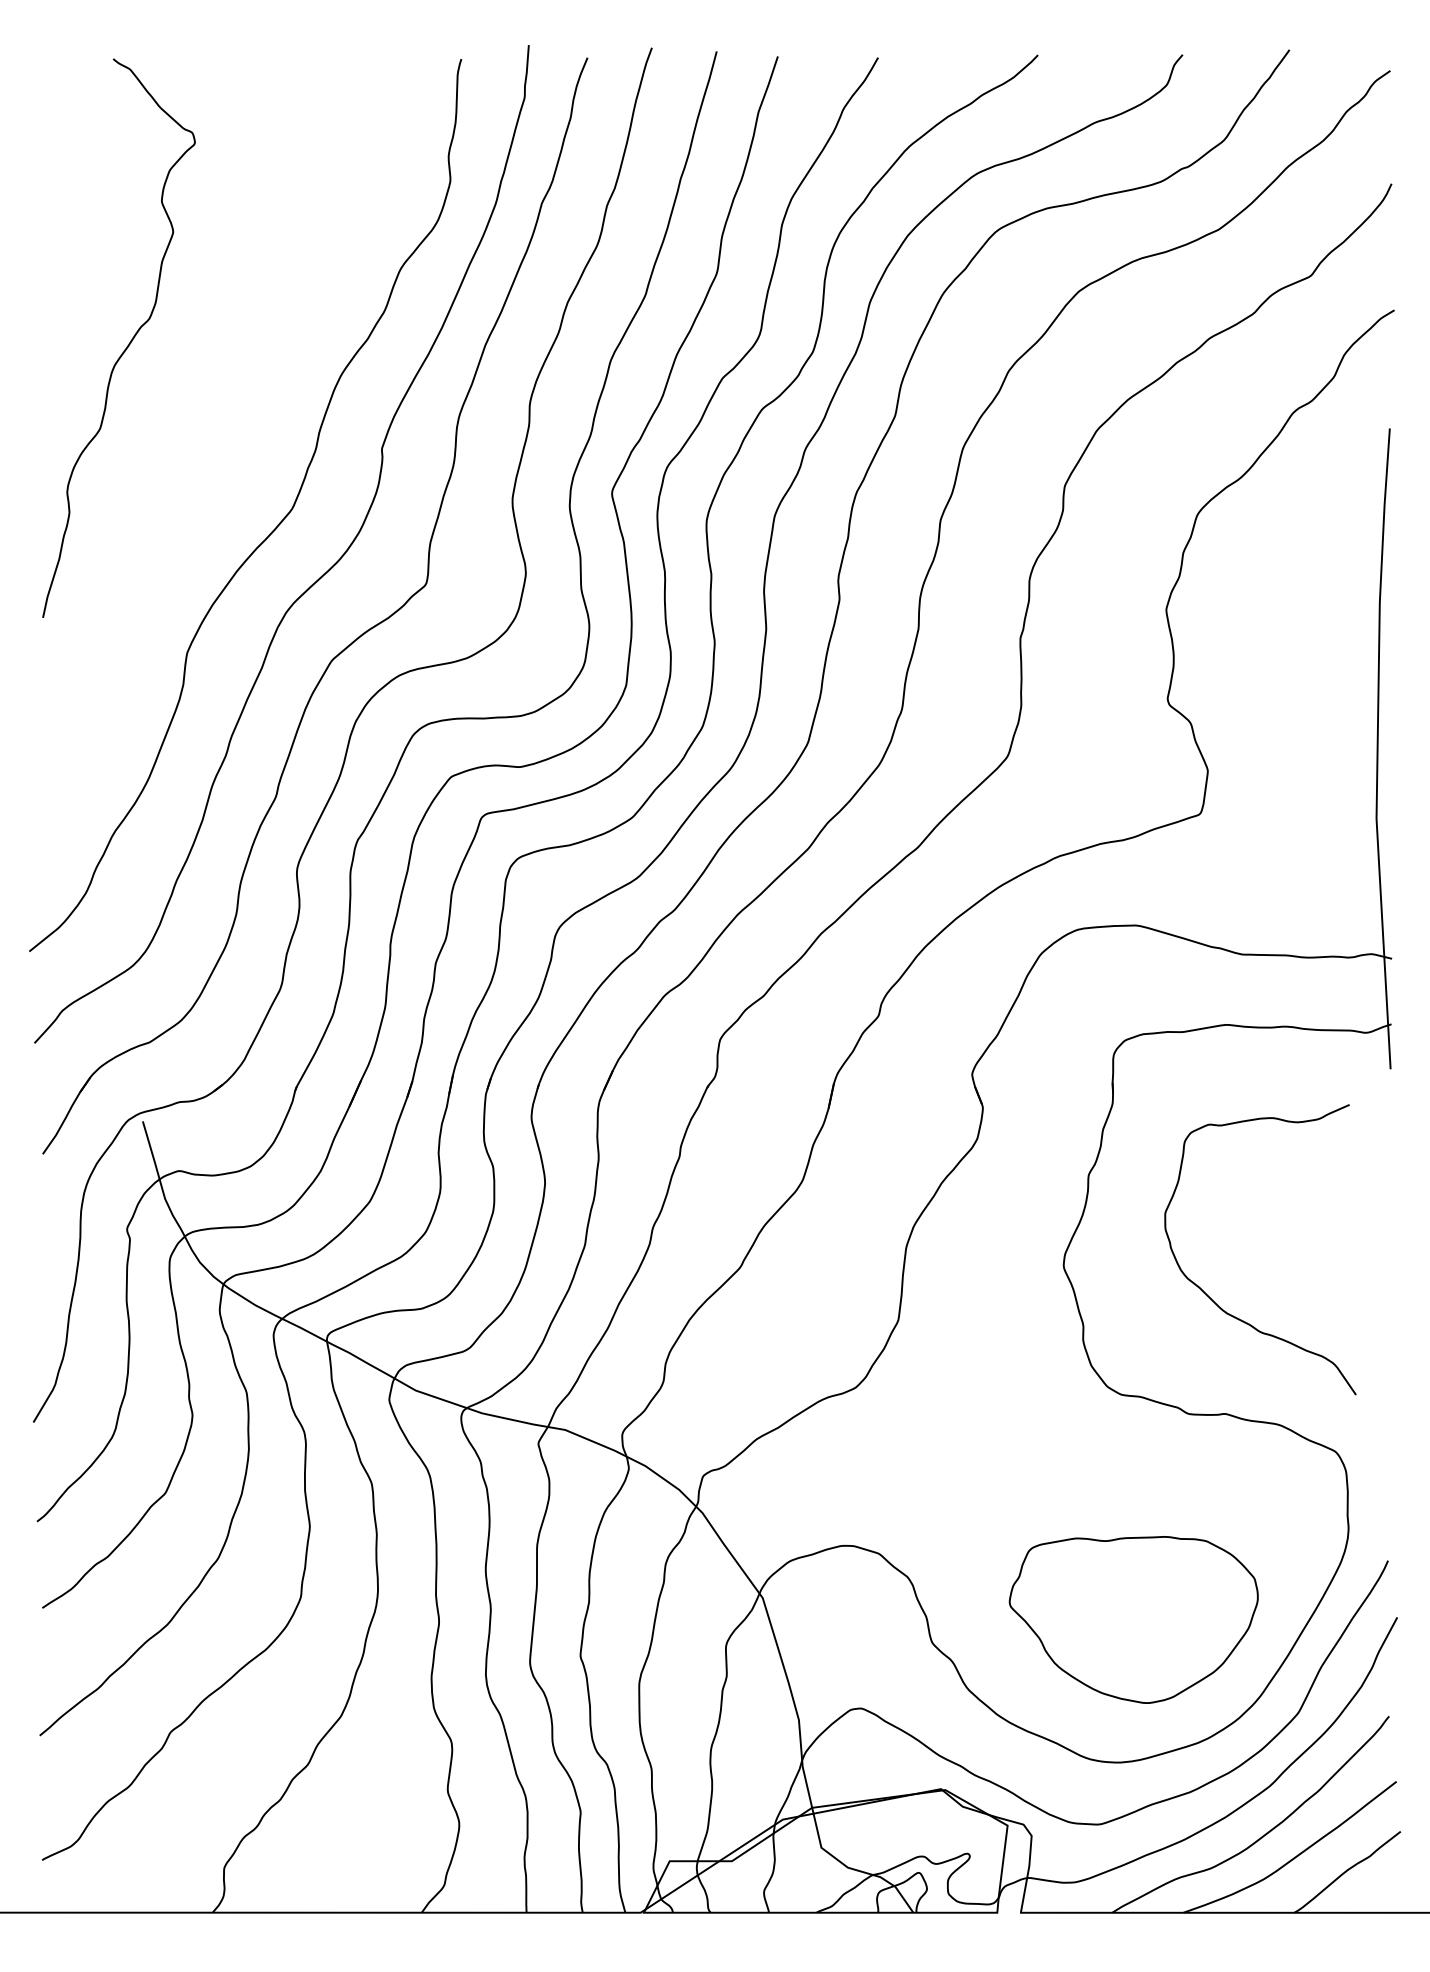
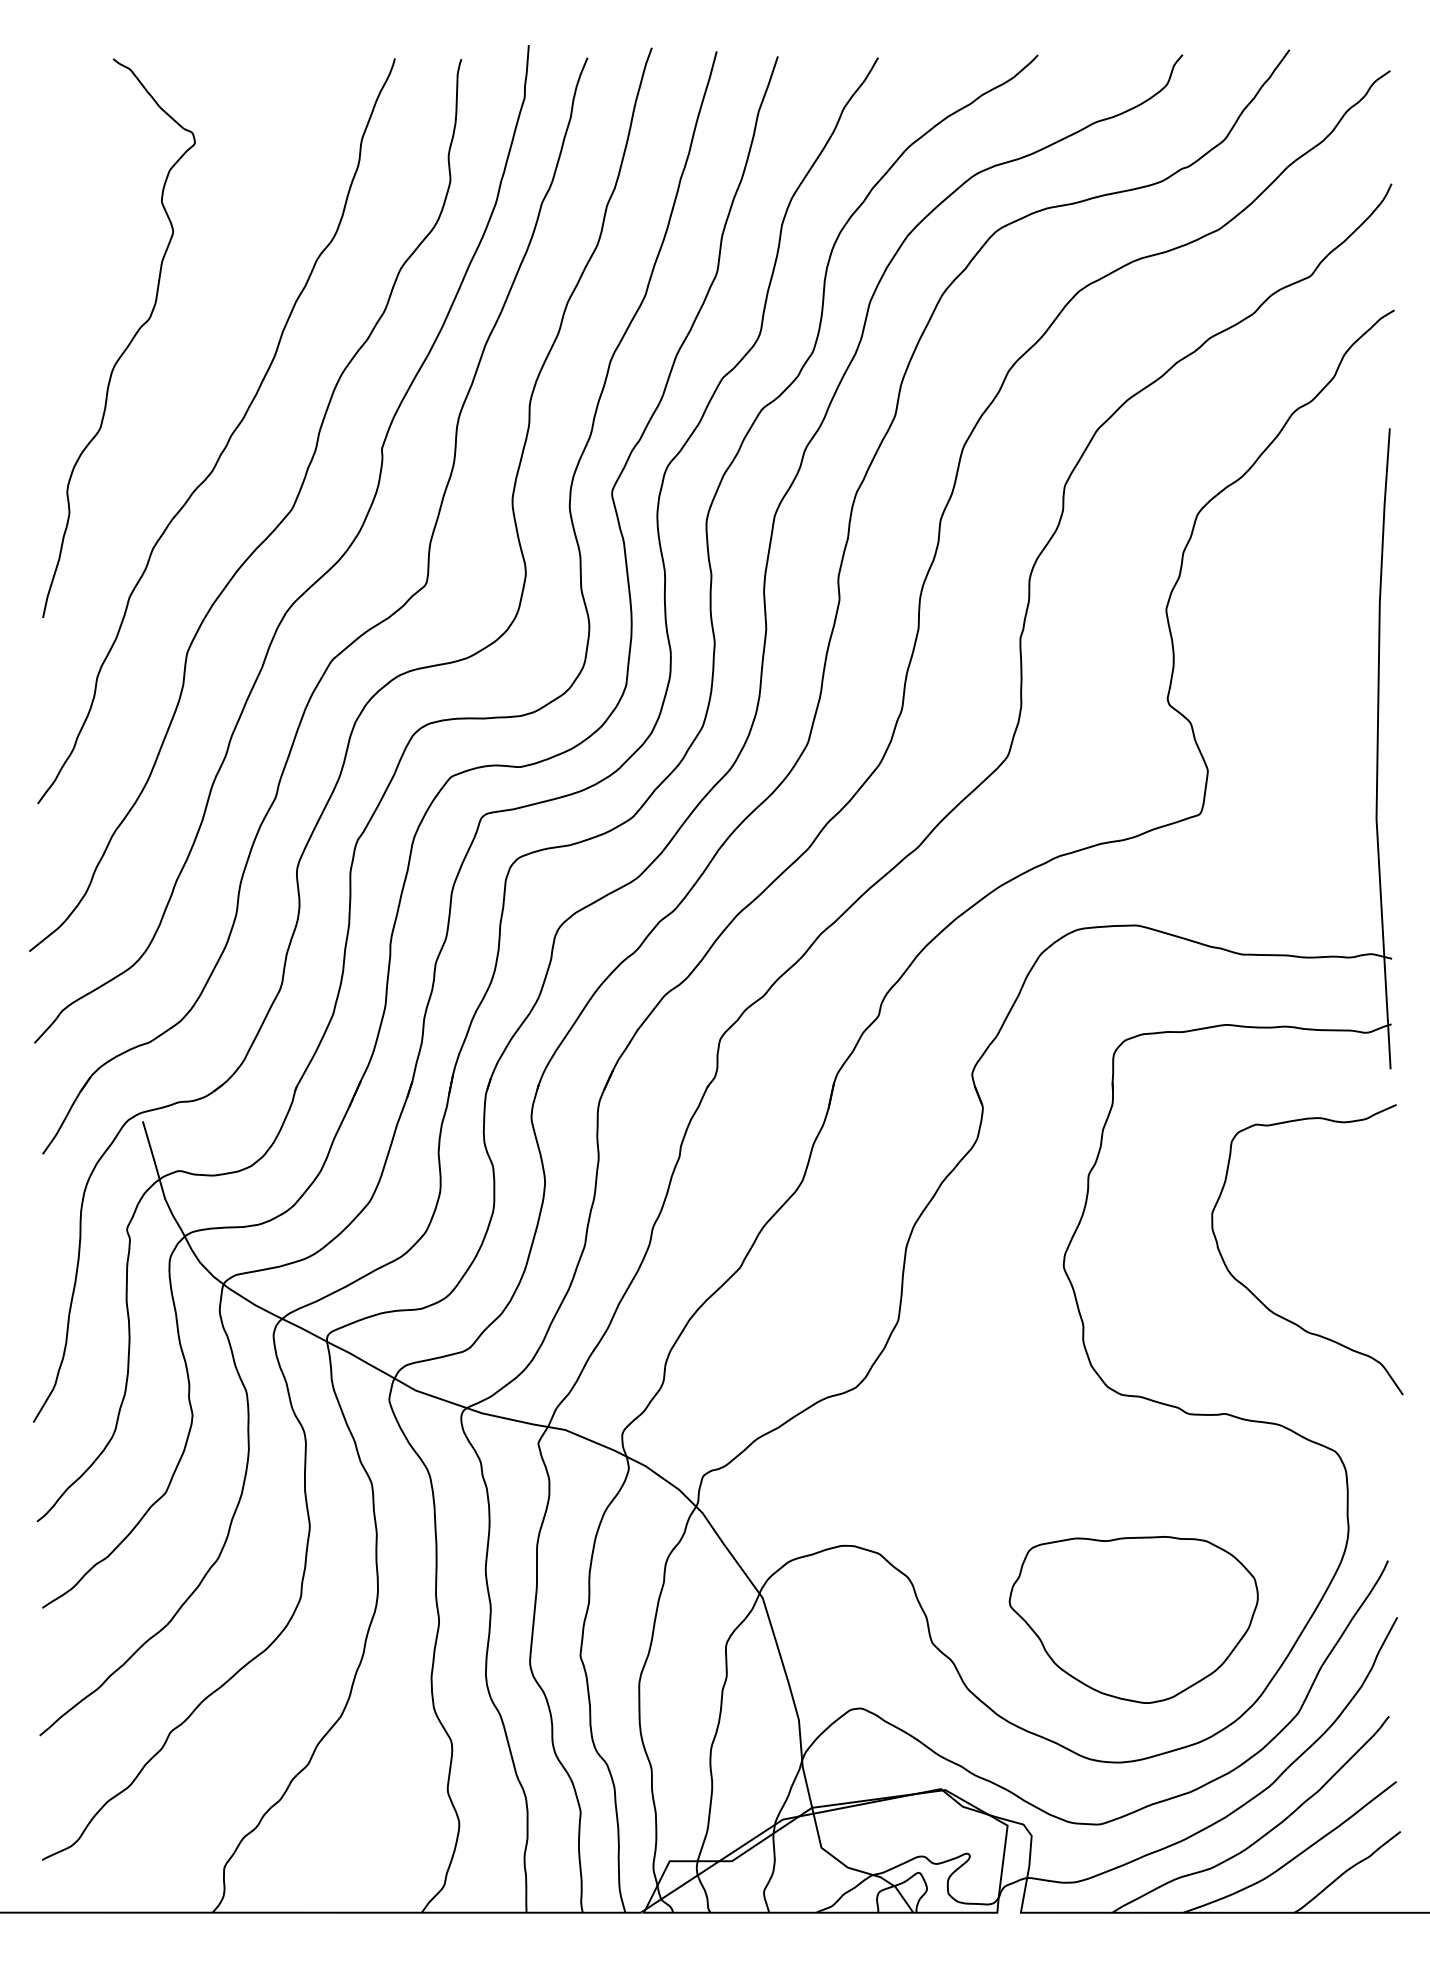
curve at (228, 438): none -> present
curve at (1211, 1298) position: (1211, 1298) -> (1258, 1298)
